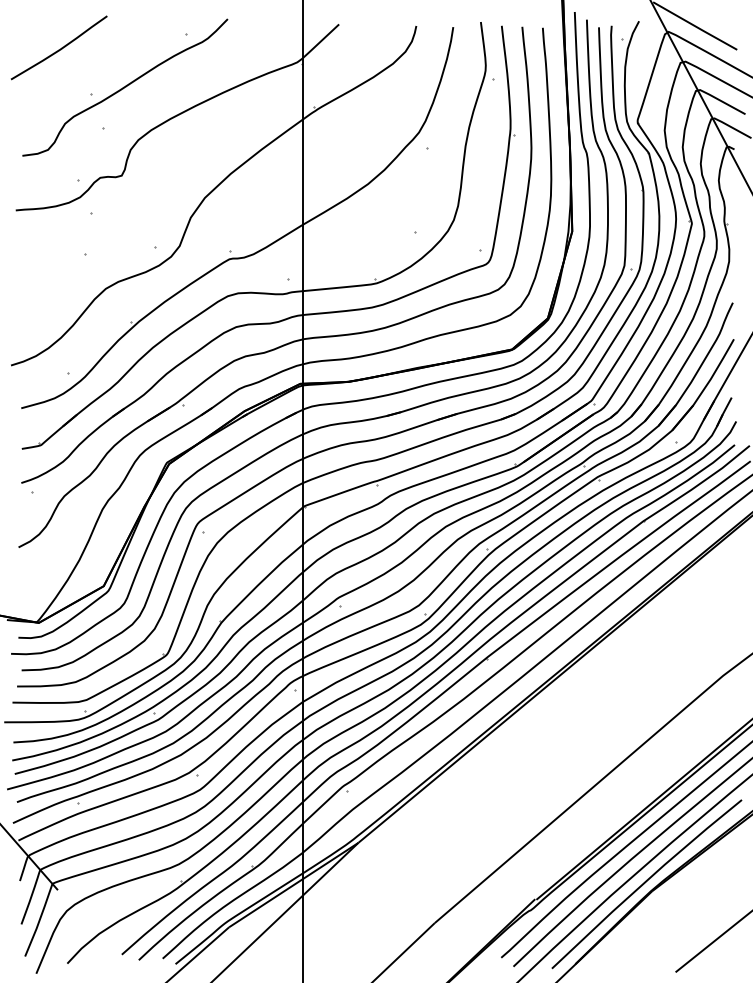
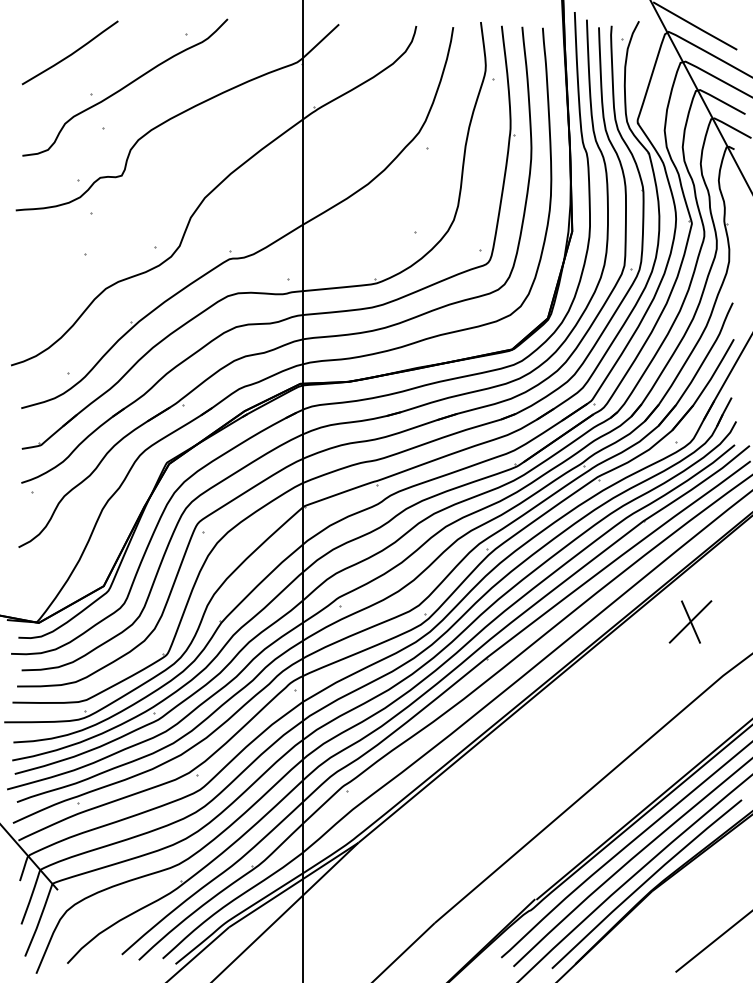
curve at (58, 49) position: (58, 49) -> (69, 54)
part at (690, 621): none -> present
